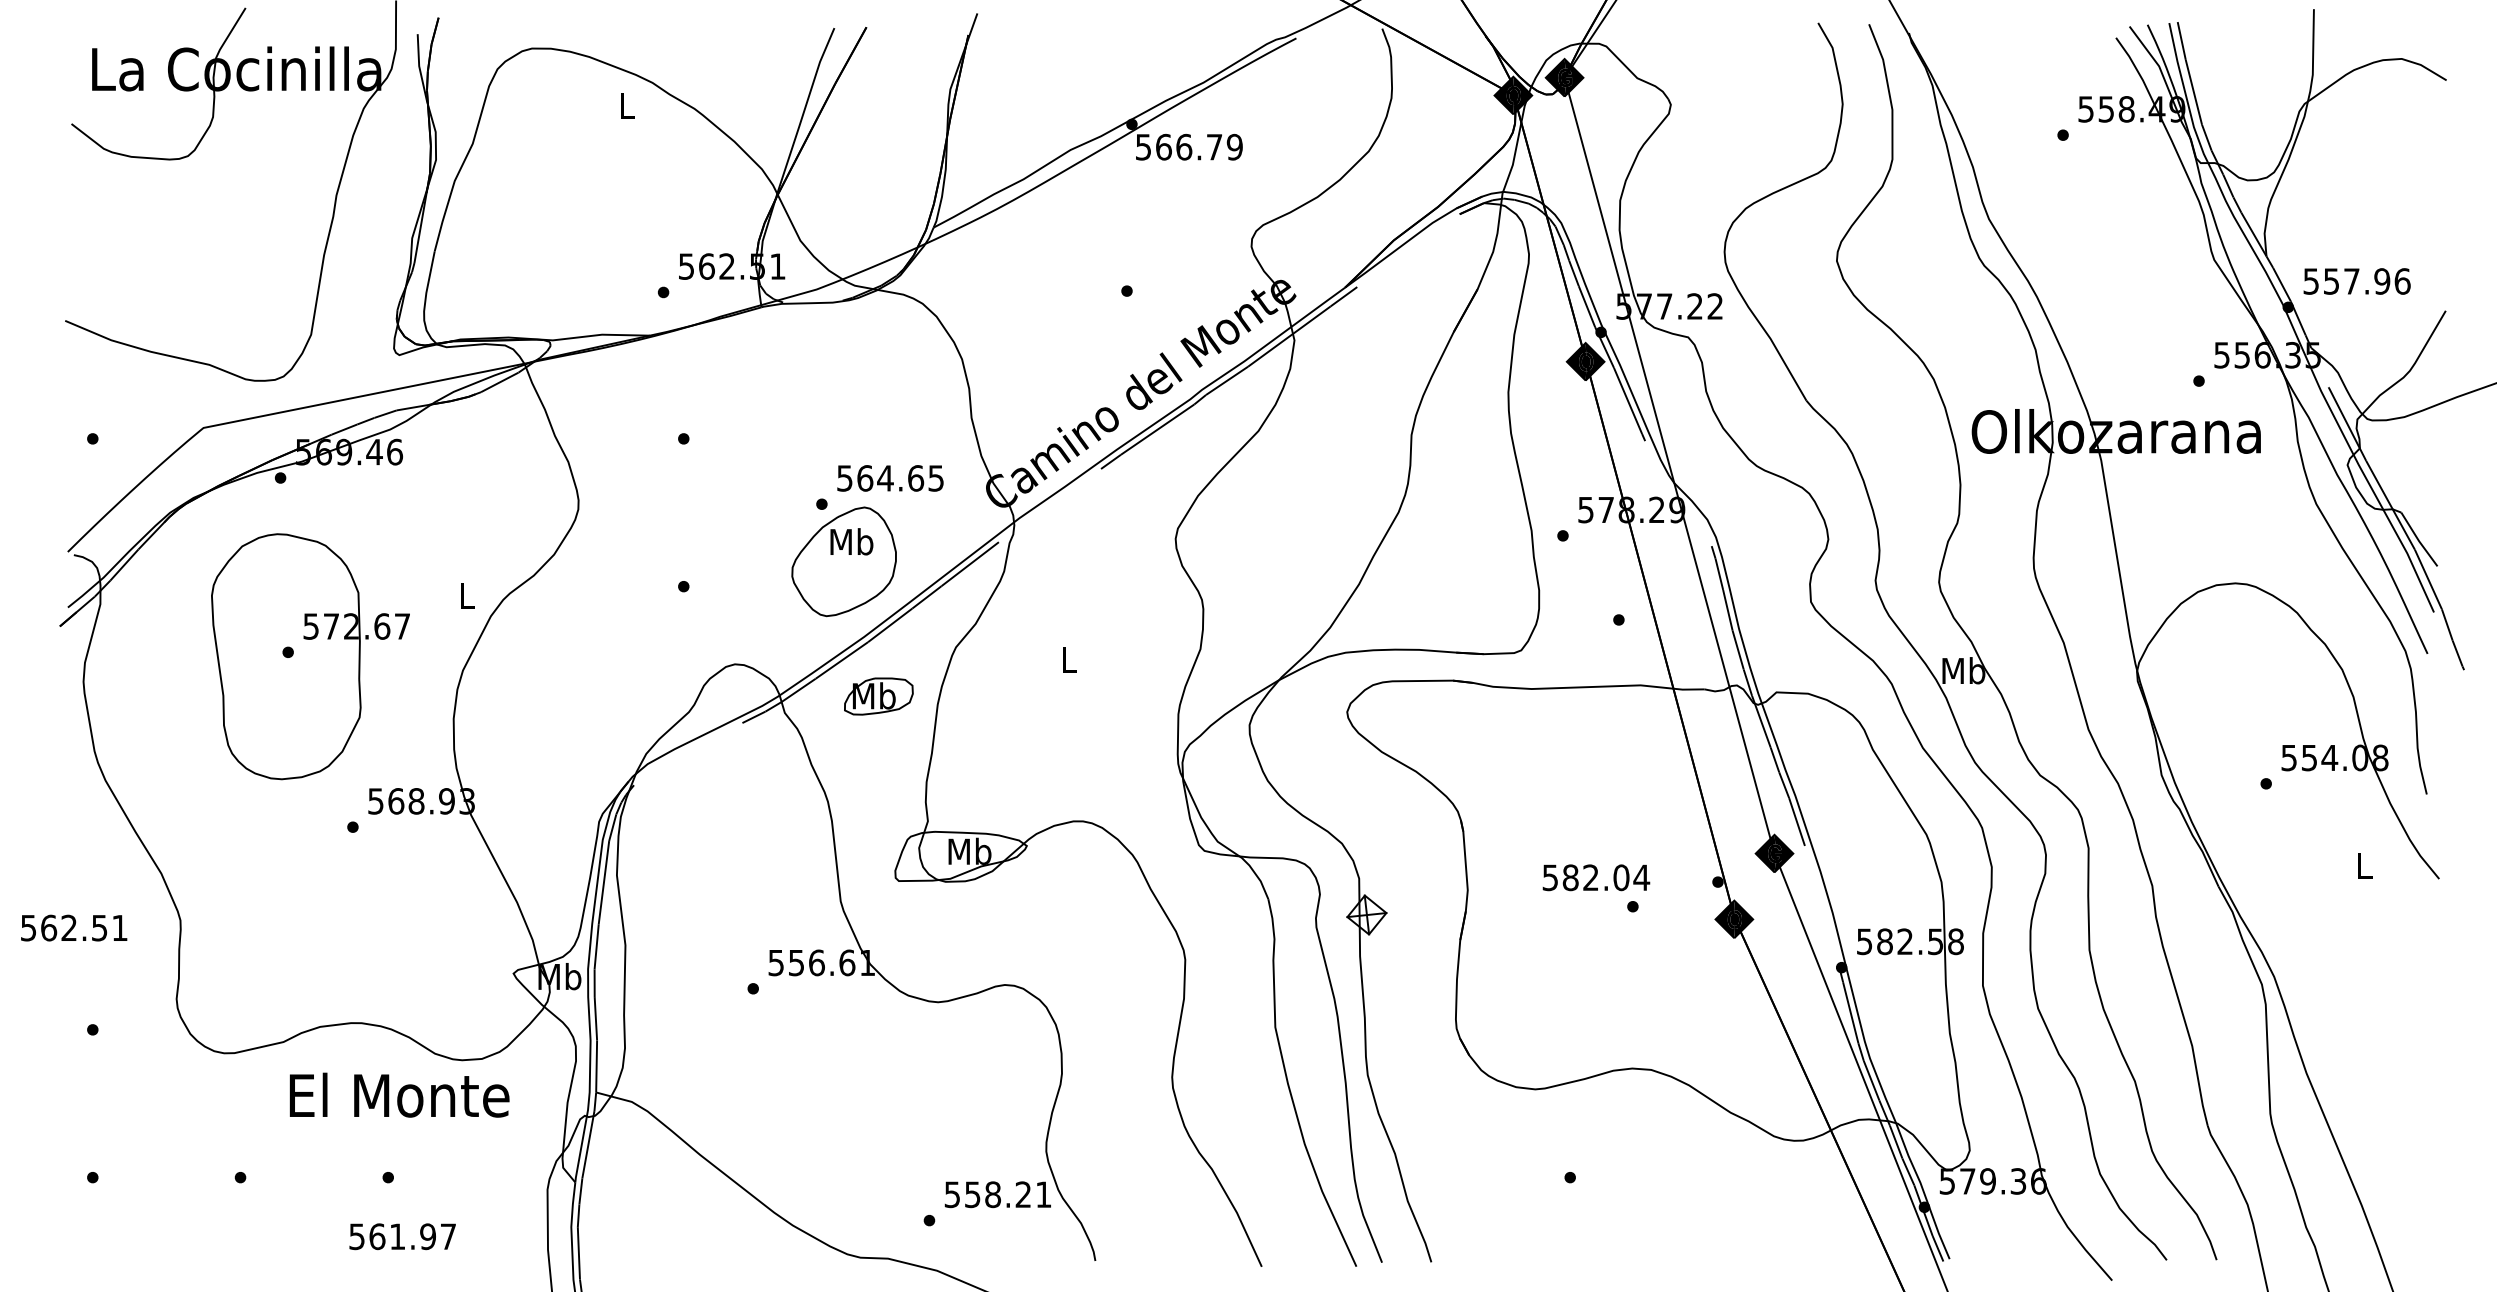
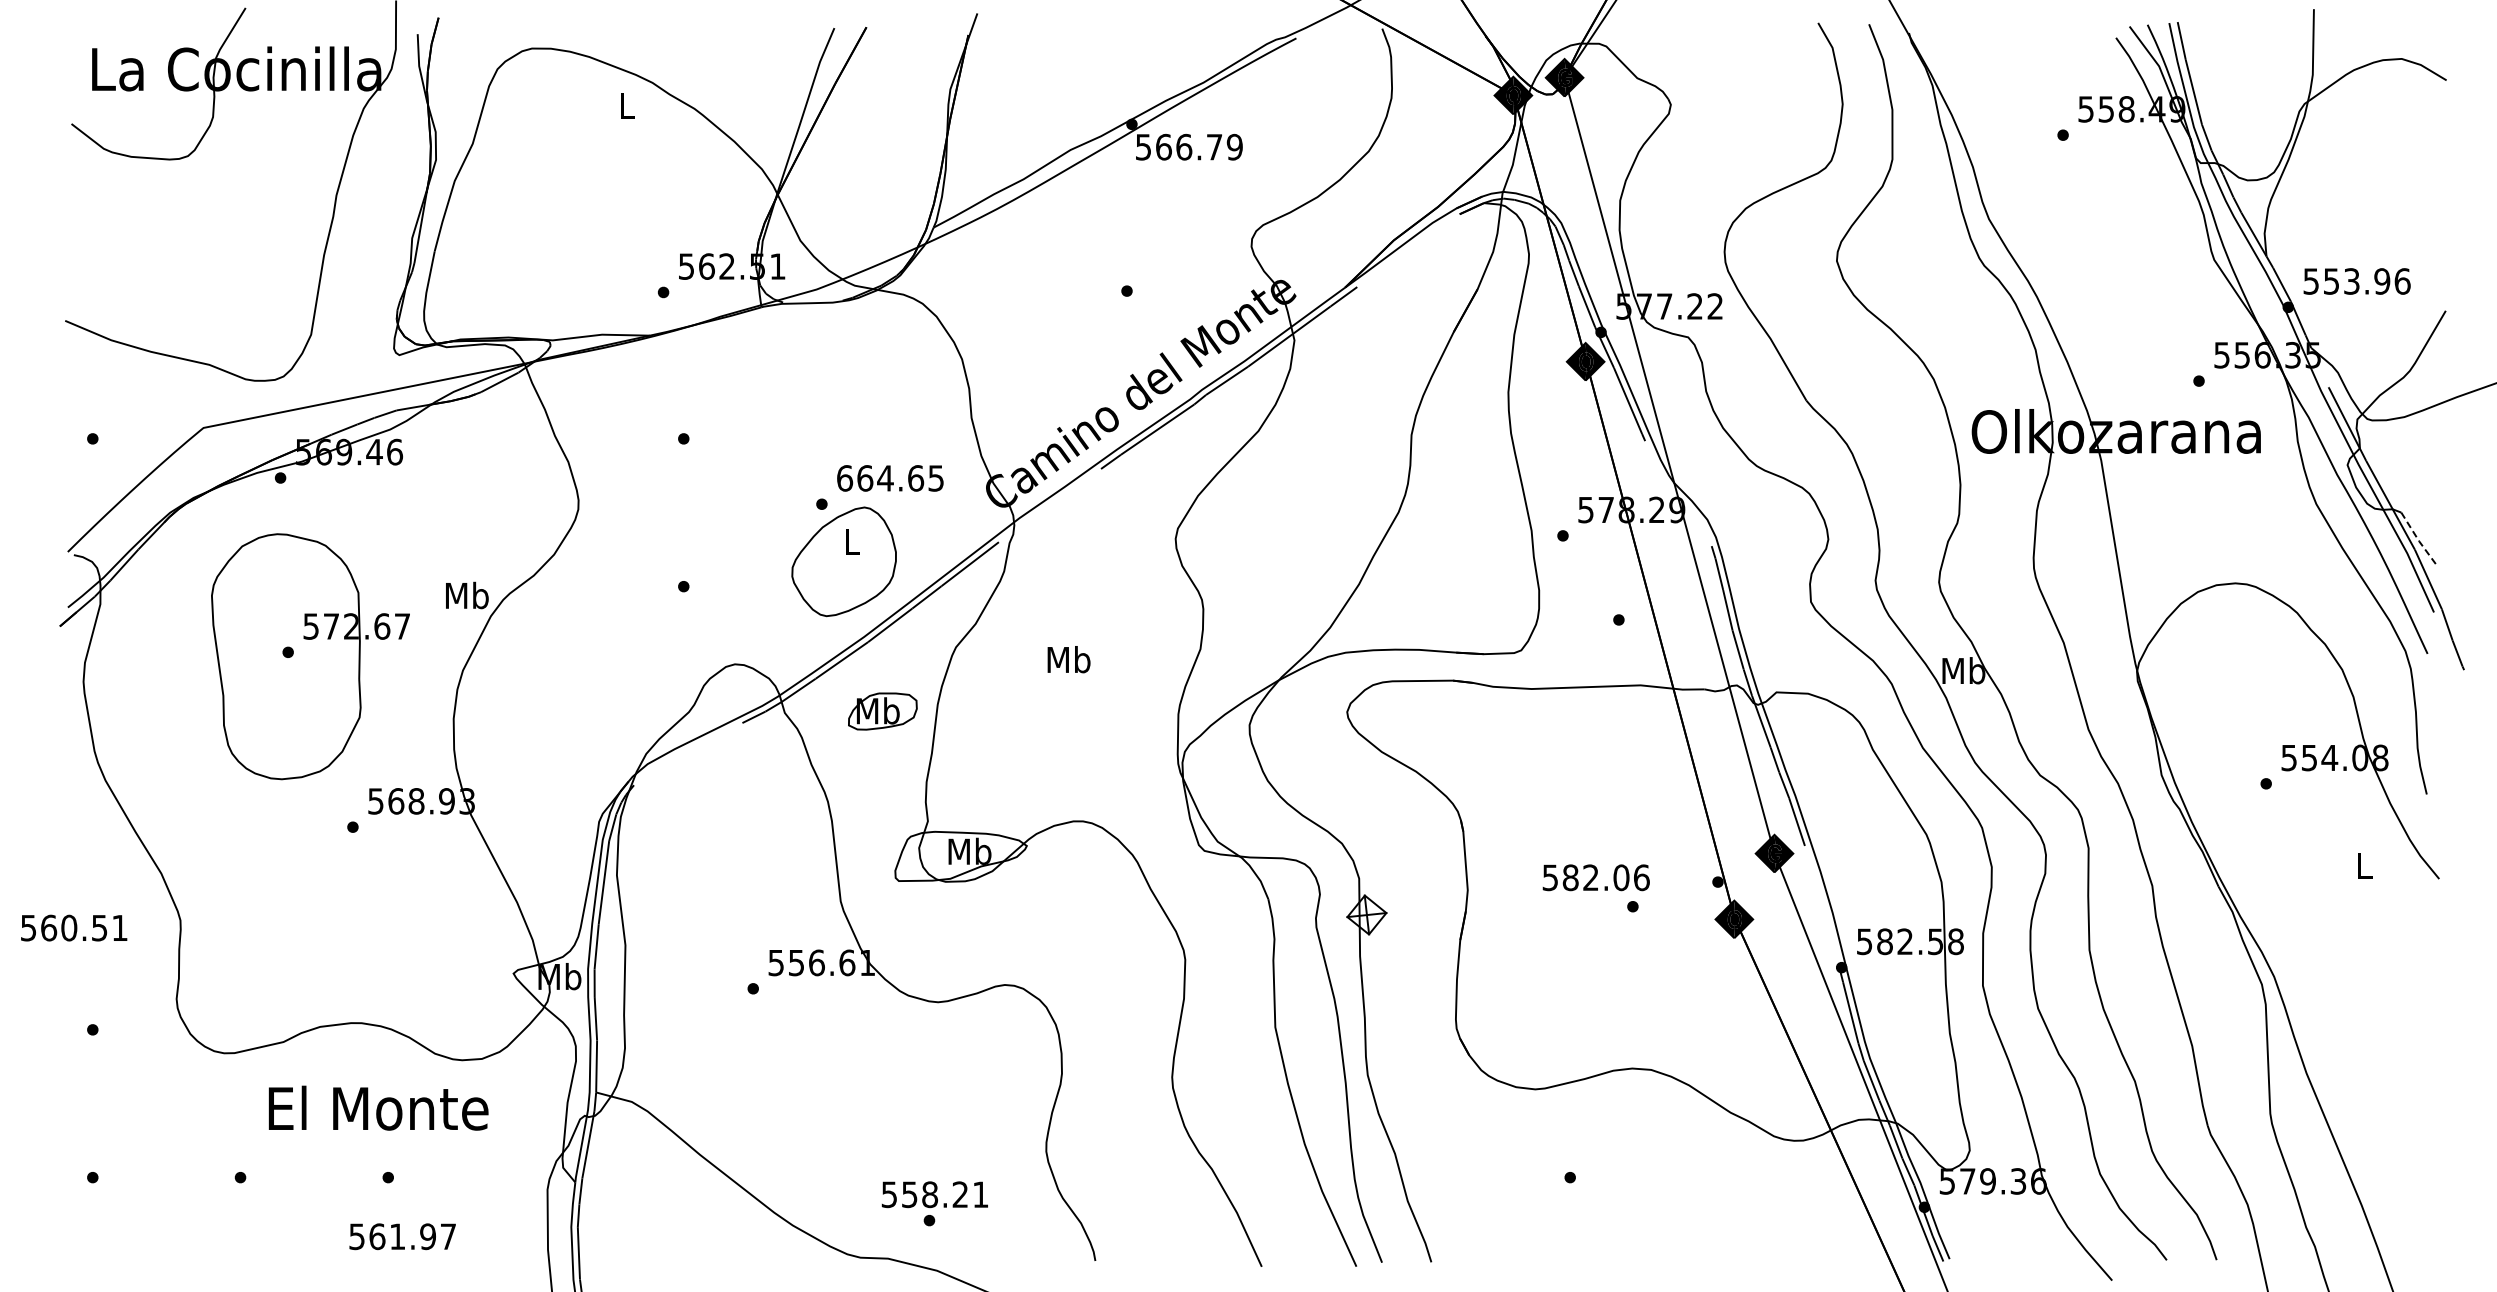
text at (2351, 281): 557.96 -> 553.96
text at (845, 478): 564.65 -> 664.65
text at (851, 541): Mb -> L
line at (2419, 541): solid -> dashed
text at (467, 595): L -> Mb
text at (1068, 659): L -> Mb
part at (878, 696) position: (878, 696) -> (882, 711)
text at (1641, 877): 582.04 -> 582.06
text at (69, 927): 562.51 -> 560.51
text at (399, 1094) position: (399, 1094) -> (378, 1107)
text at (997, 1194) position: (997, 1194) -> (934, 1194)
